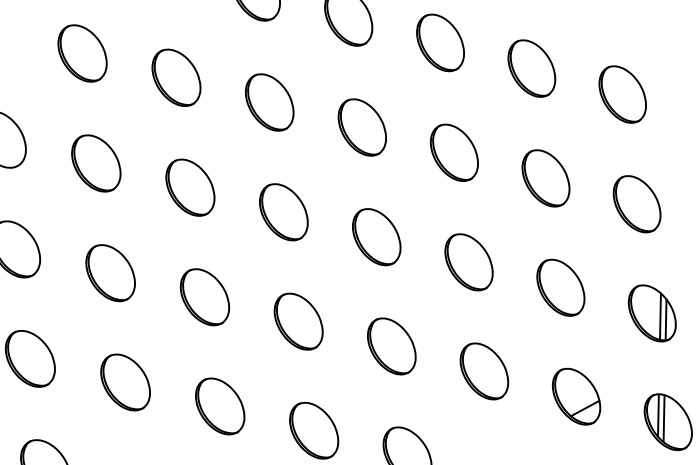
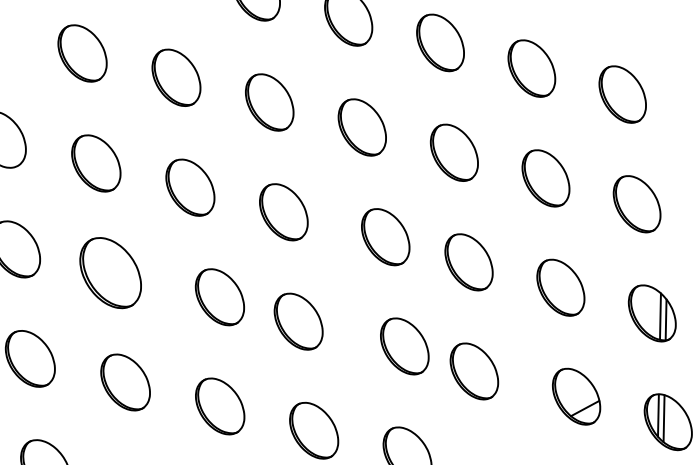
part at (376, 237) position: (376, 237) -> (385, 237)
part at (110, 273) size: 51x59 px -> 63x73 px
part at (204, 297) position: (204, 297) -> (219, 297)
part at (391, 346) position: (391, 346) -> (404, 346)
part at (484, 371) position: (484, 371) -> (474, 371)
